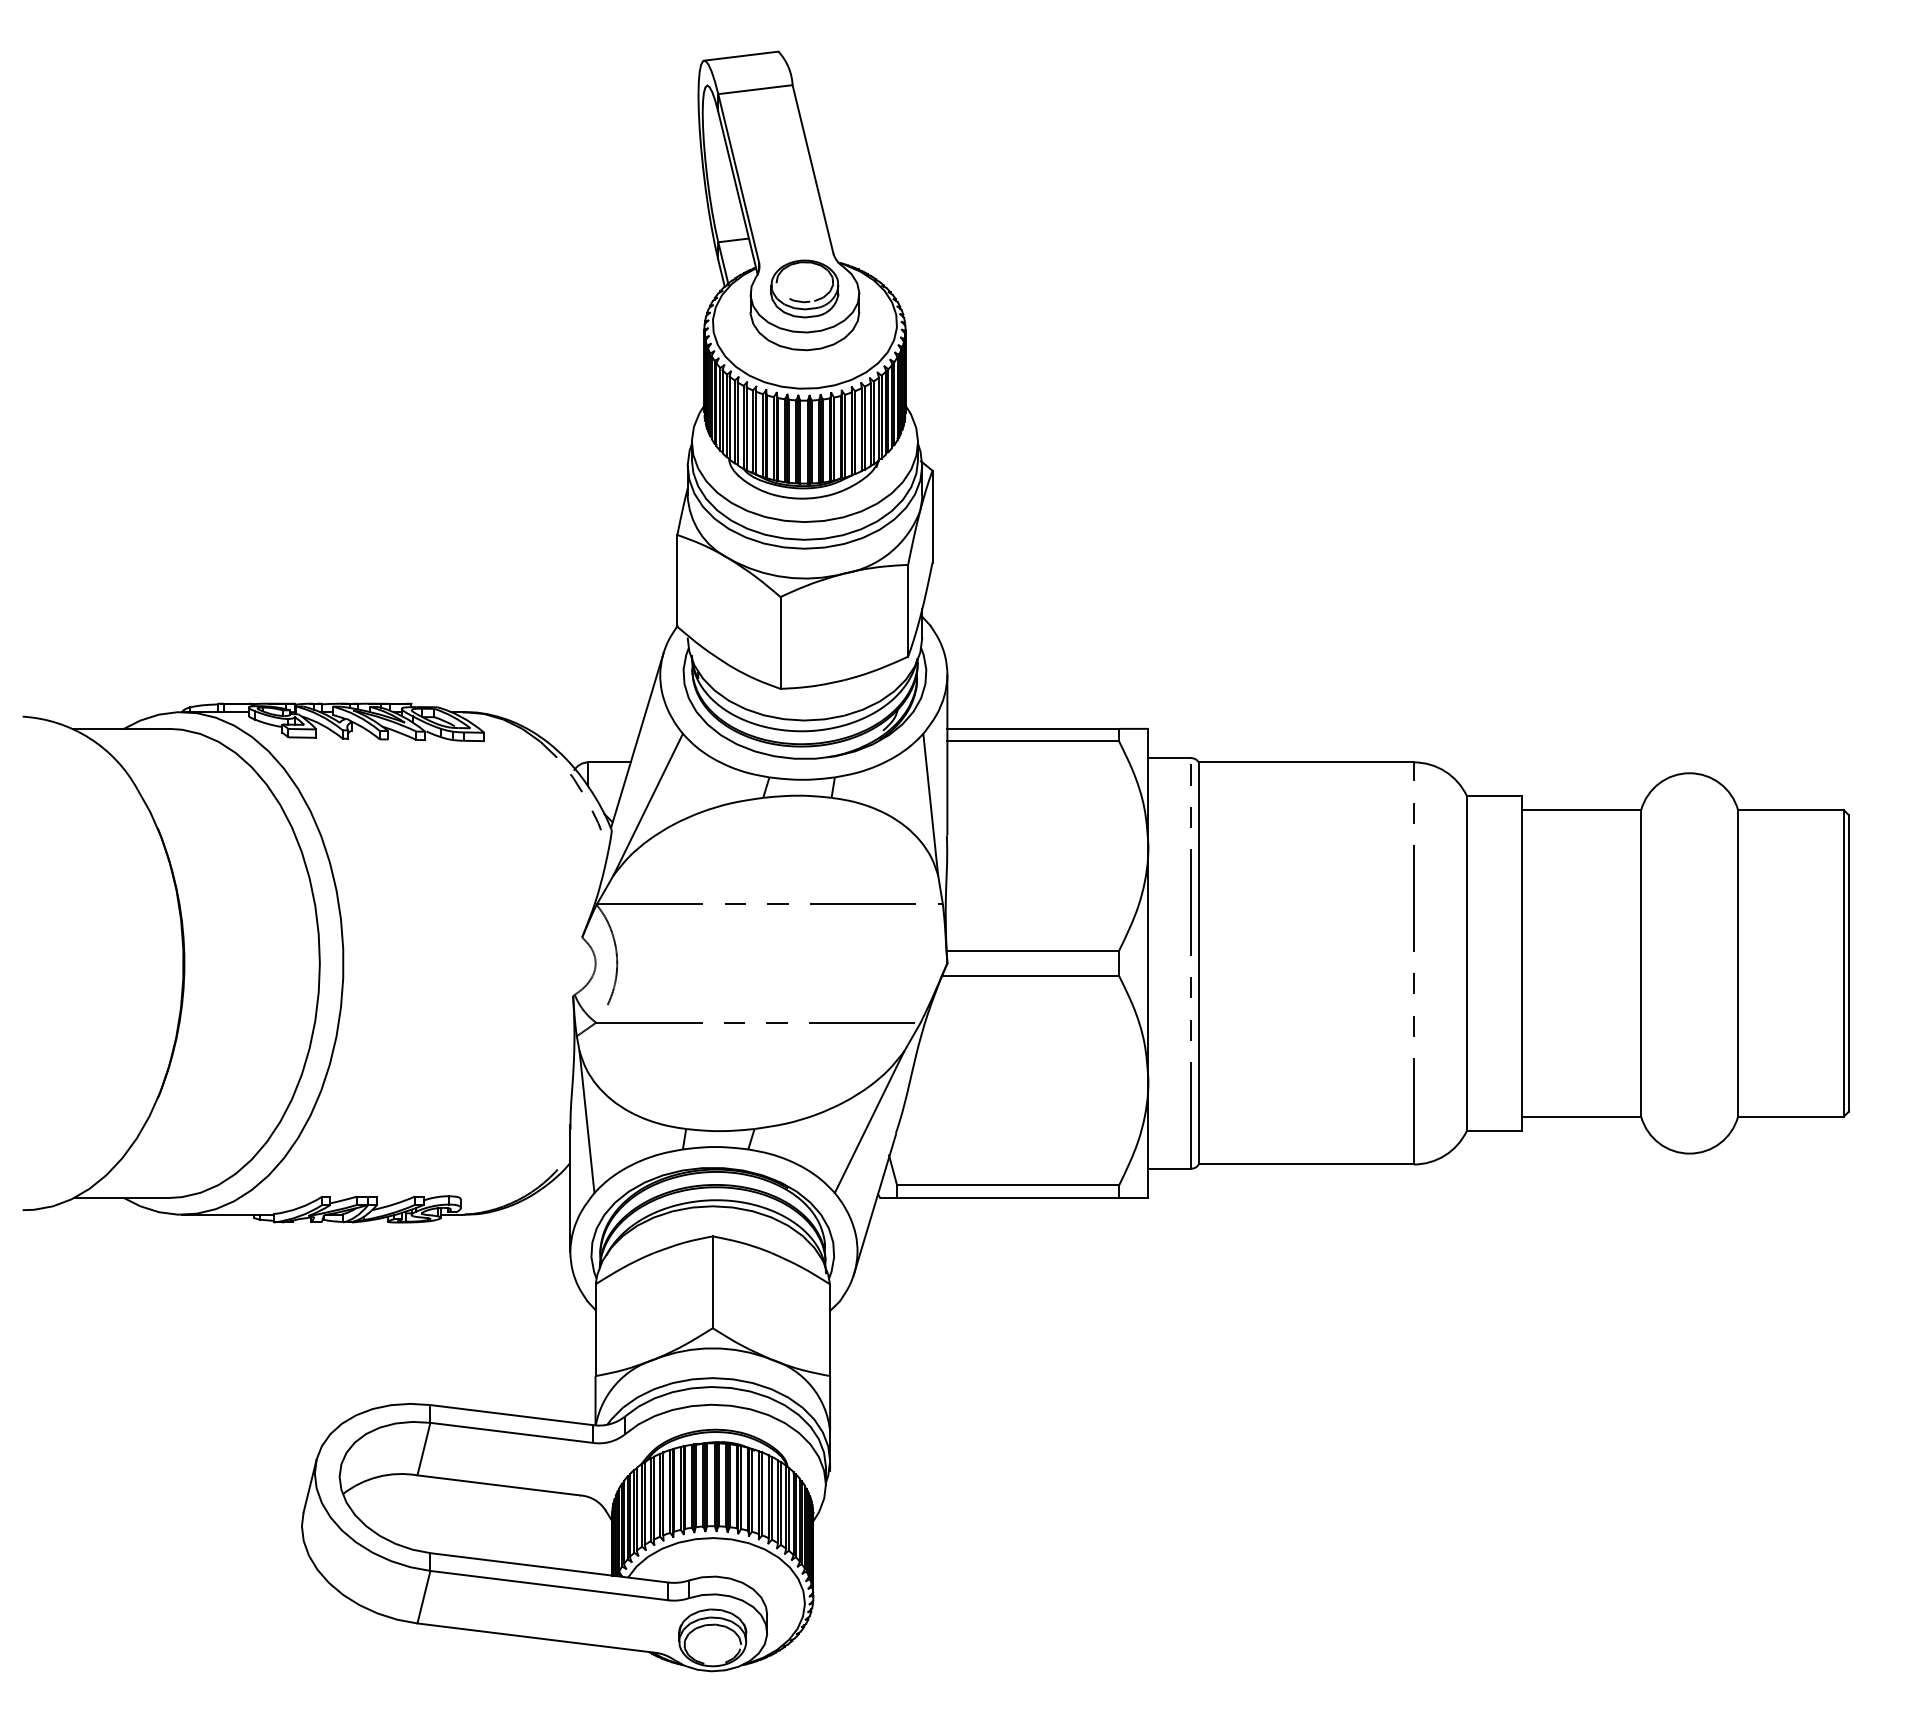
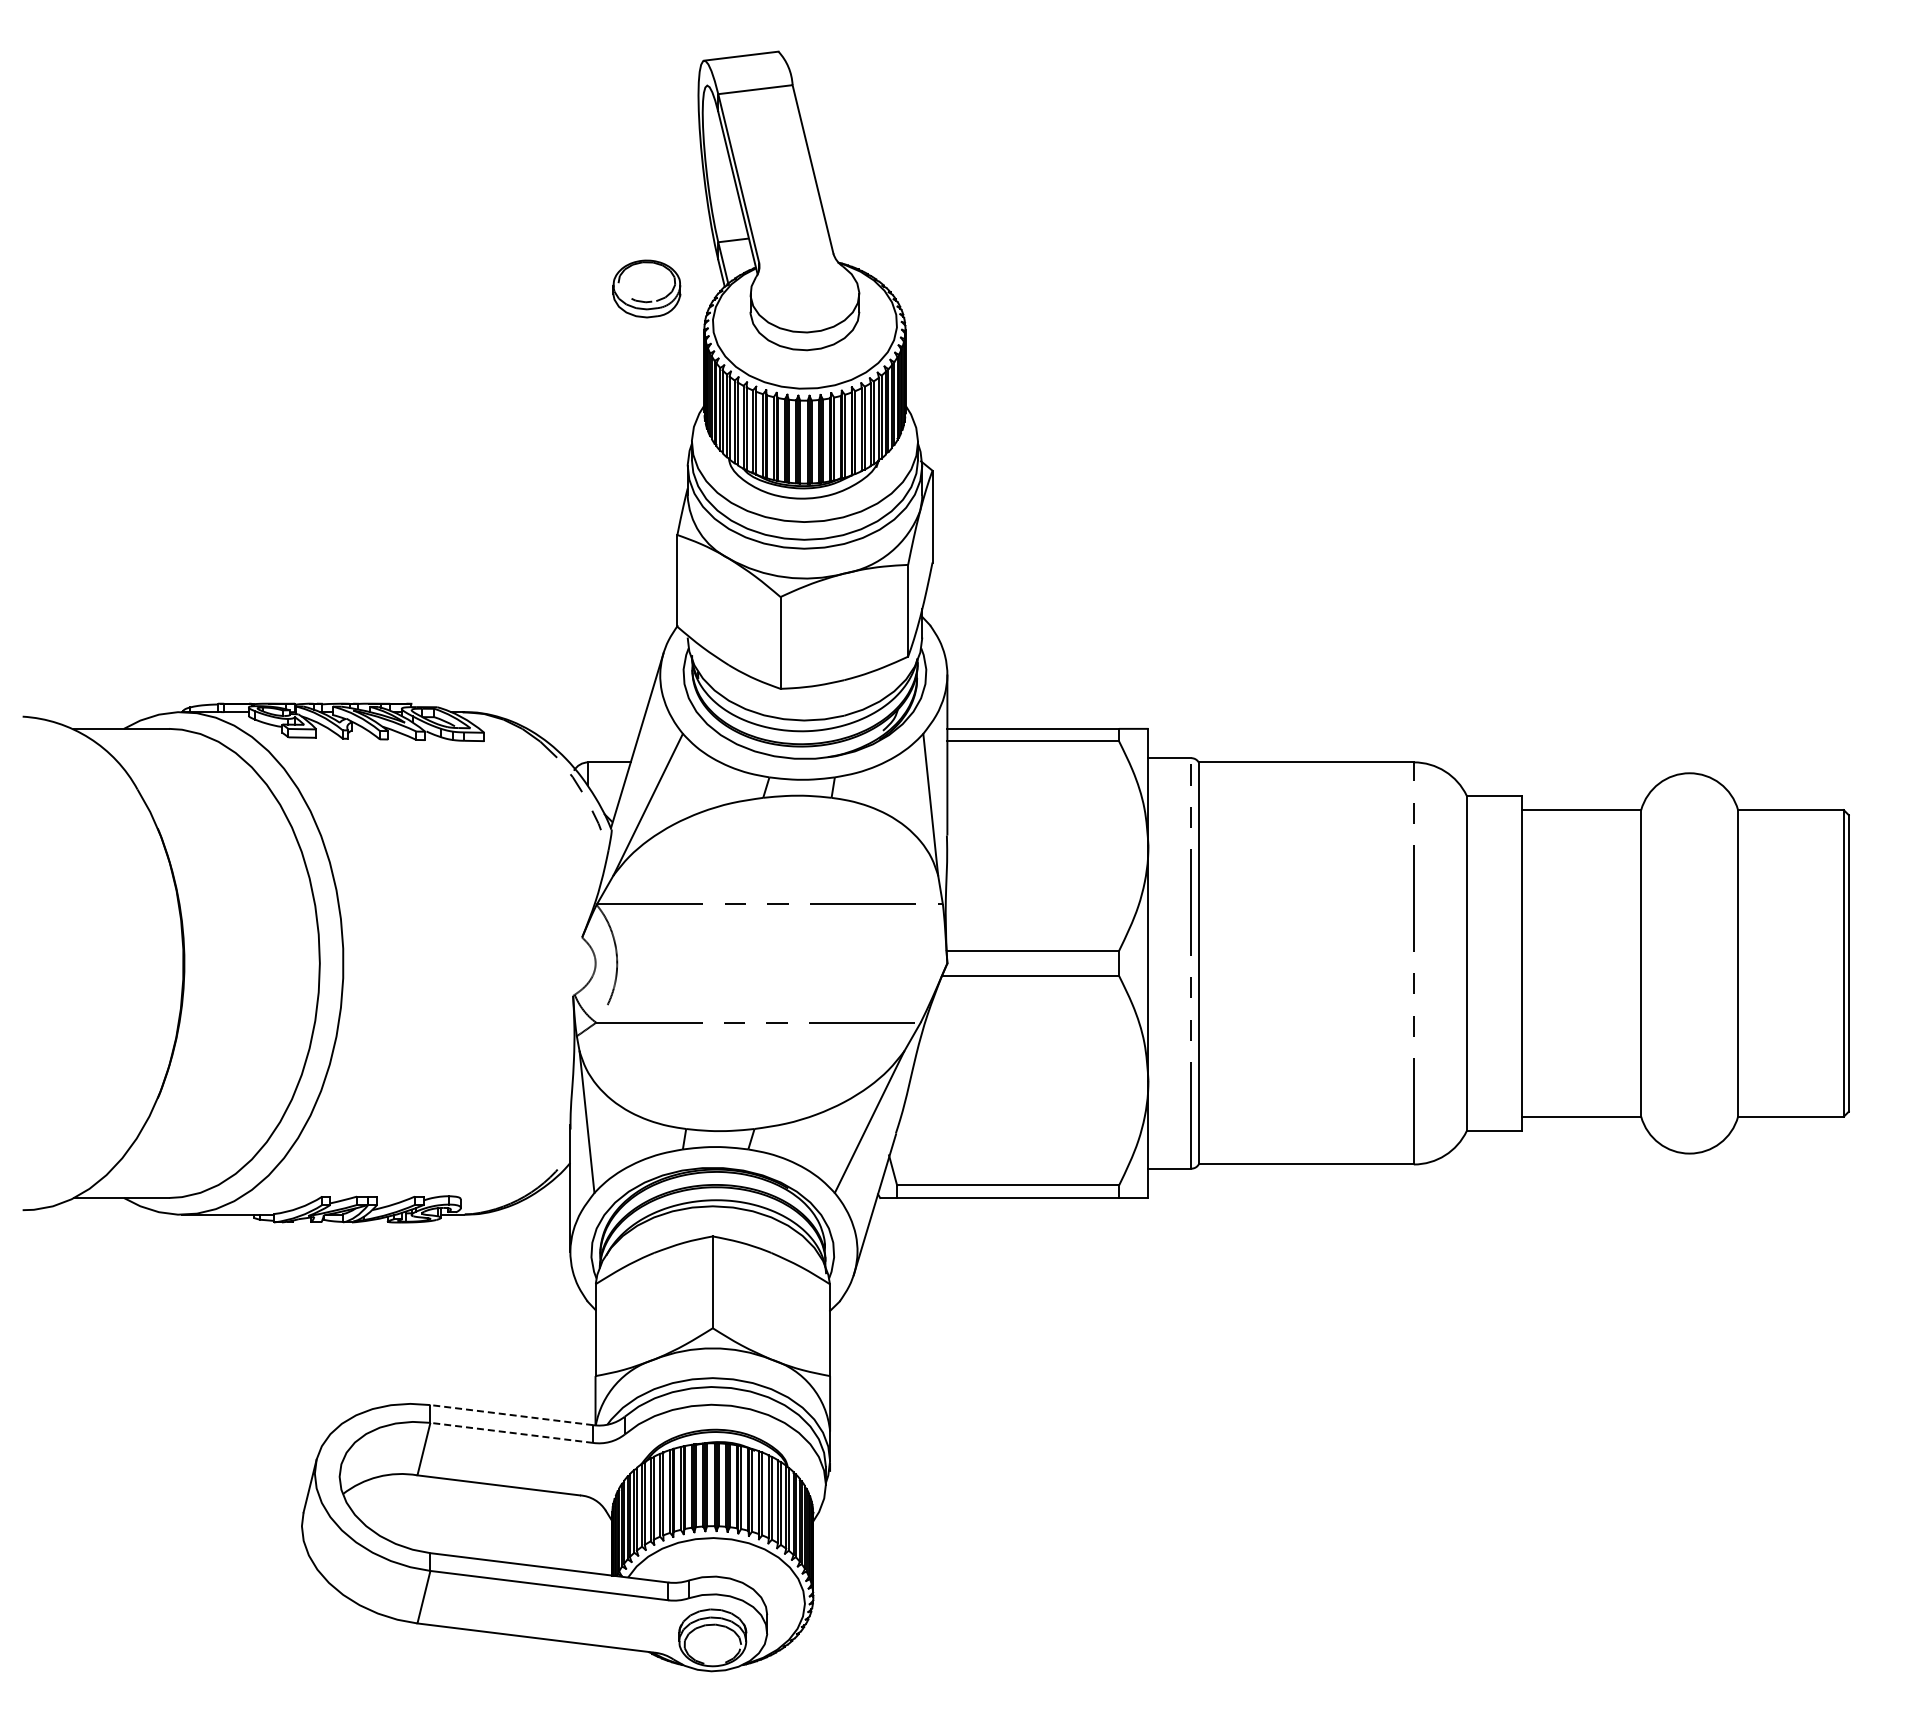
part at (804, 288) position: (804, 288) -> (646, 288)
line at (511, 1415): solid -> dashed
line at (511, 1432): solid -> dashed
